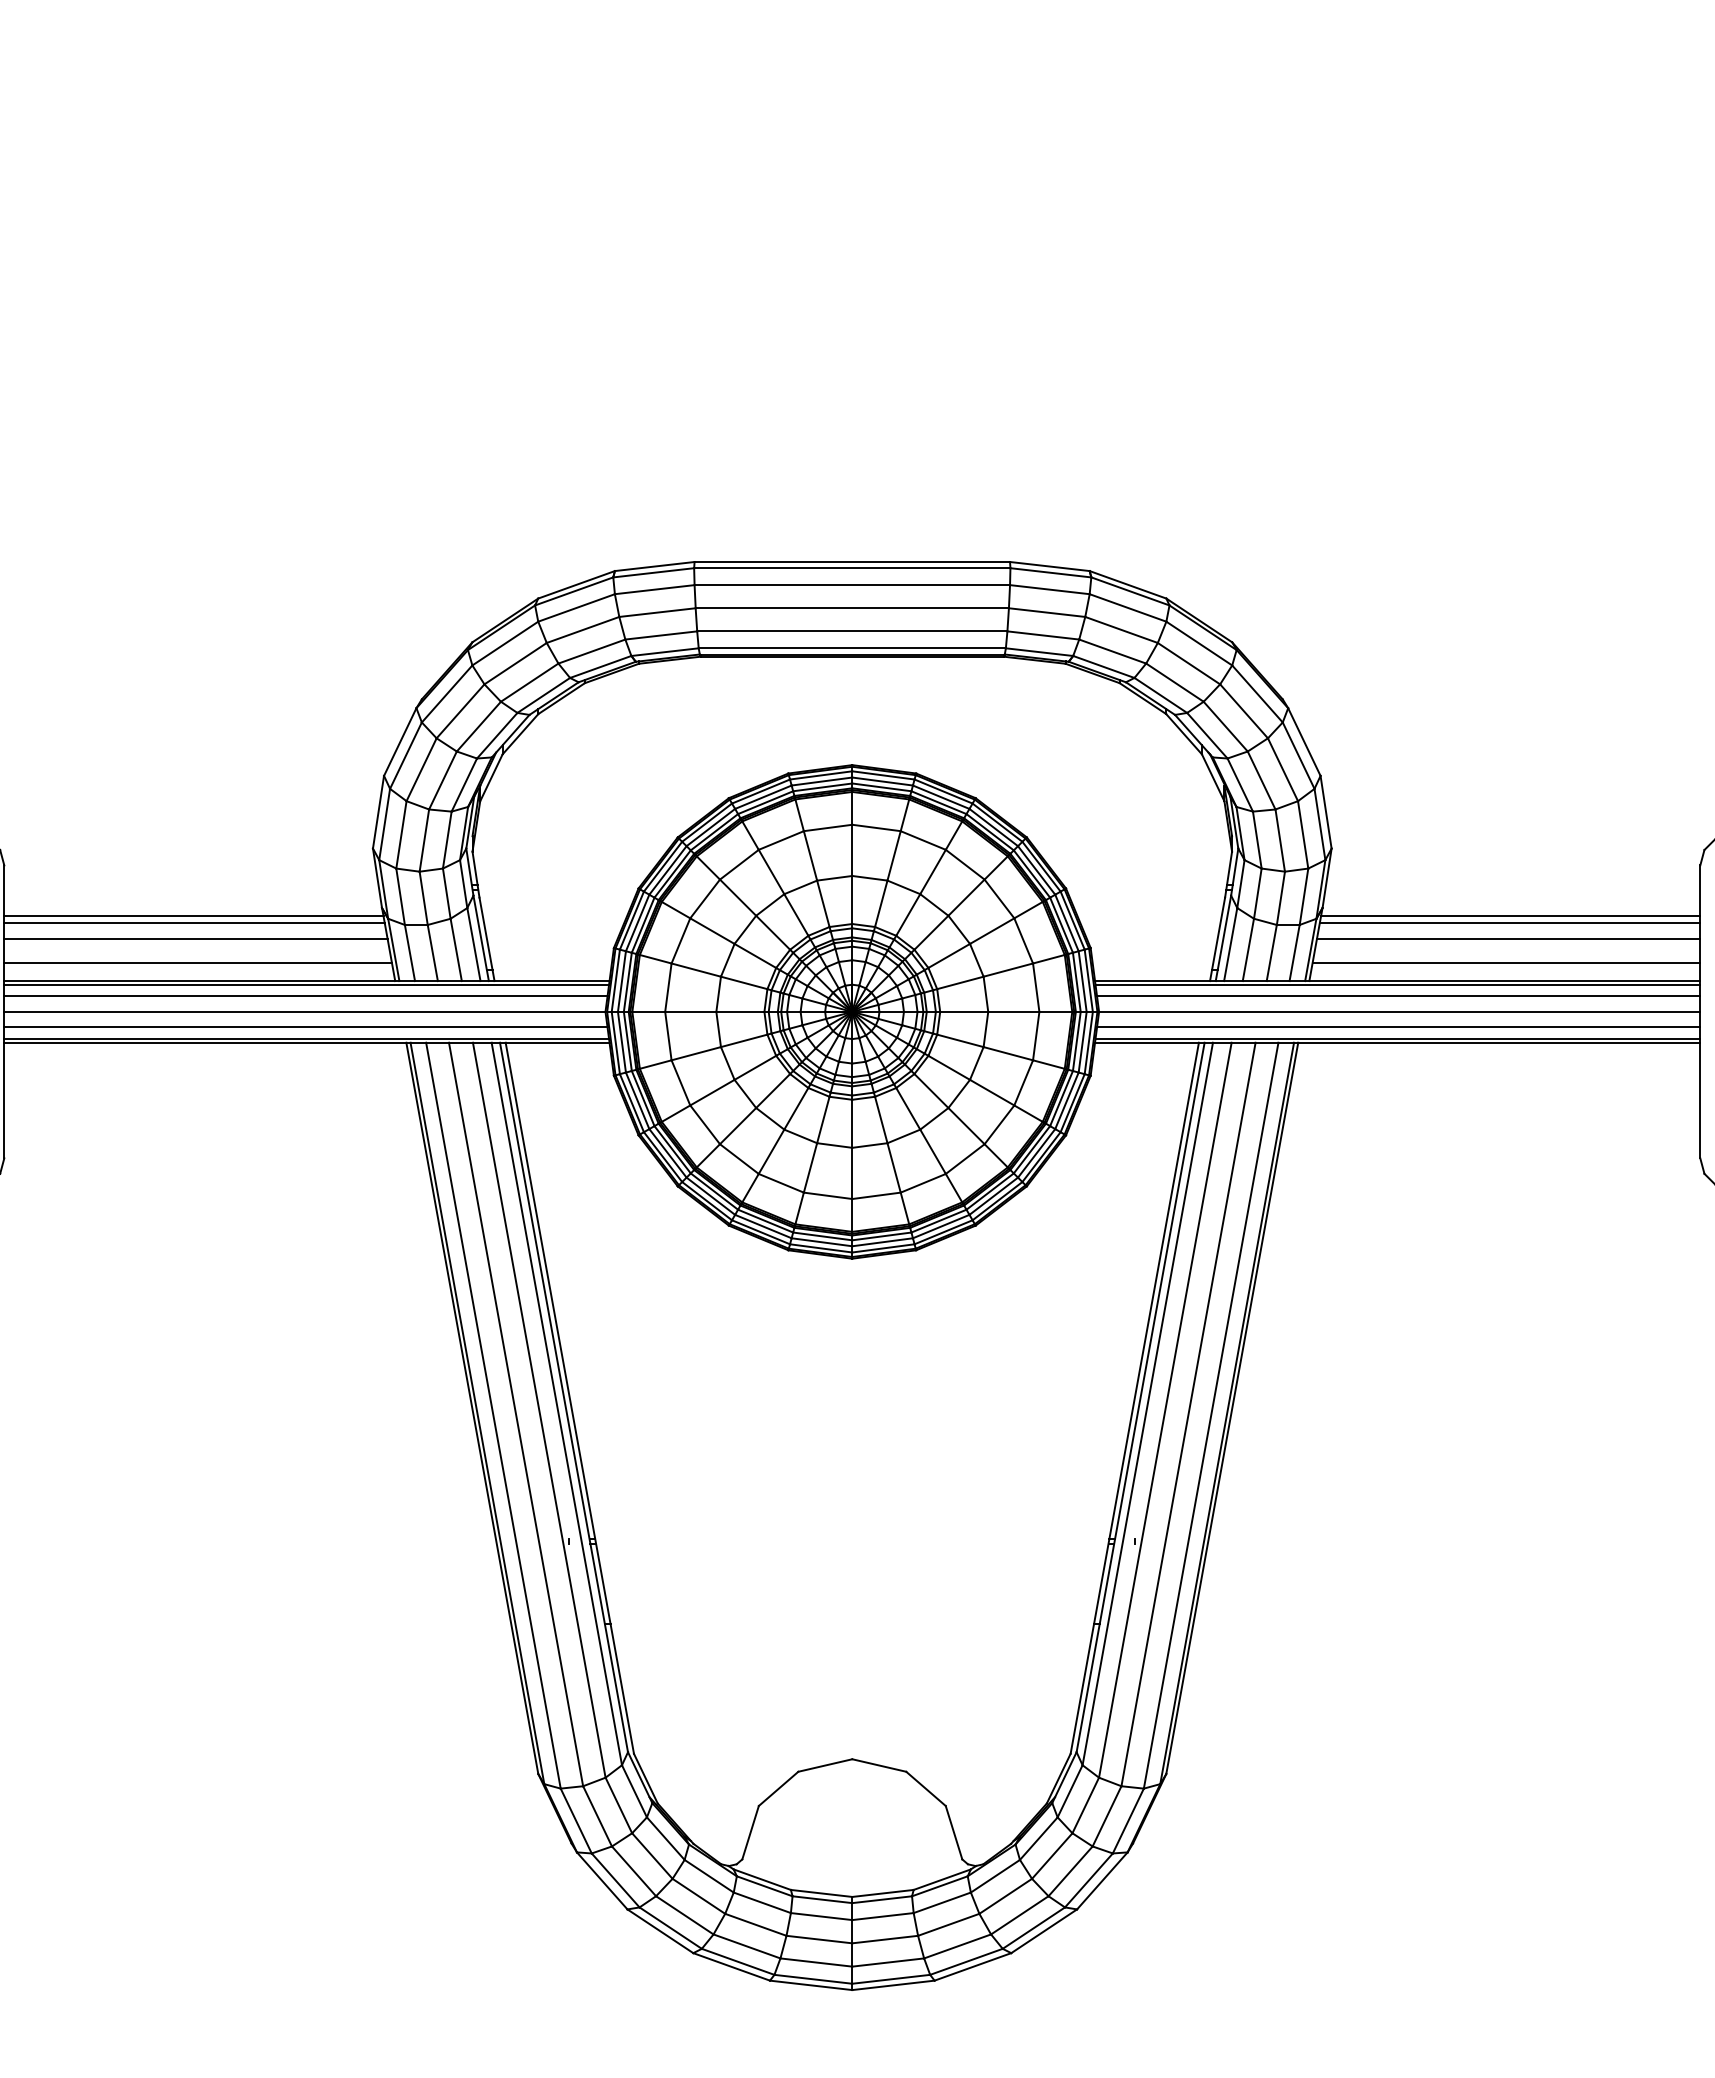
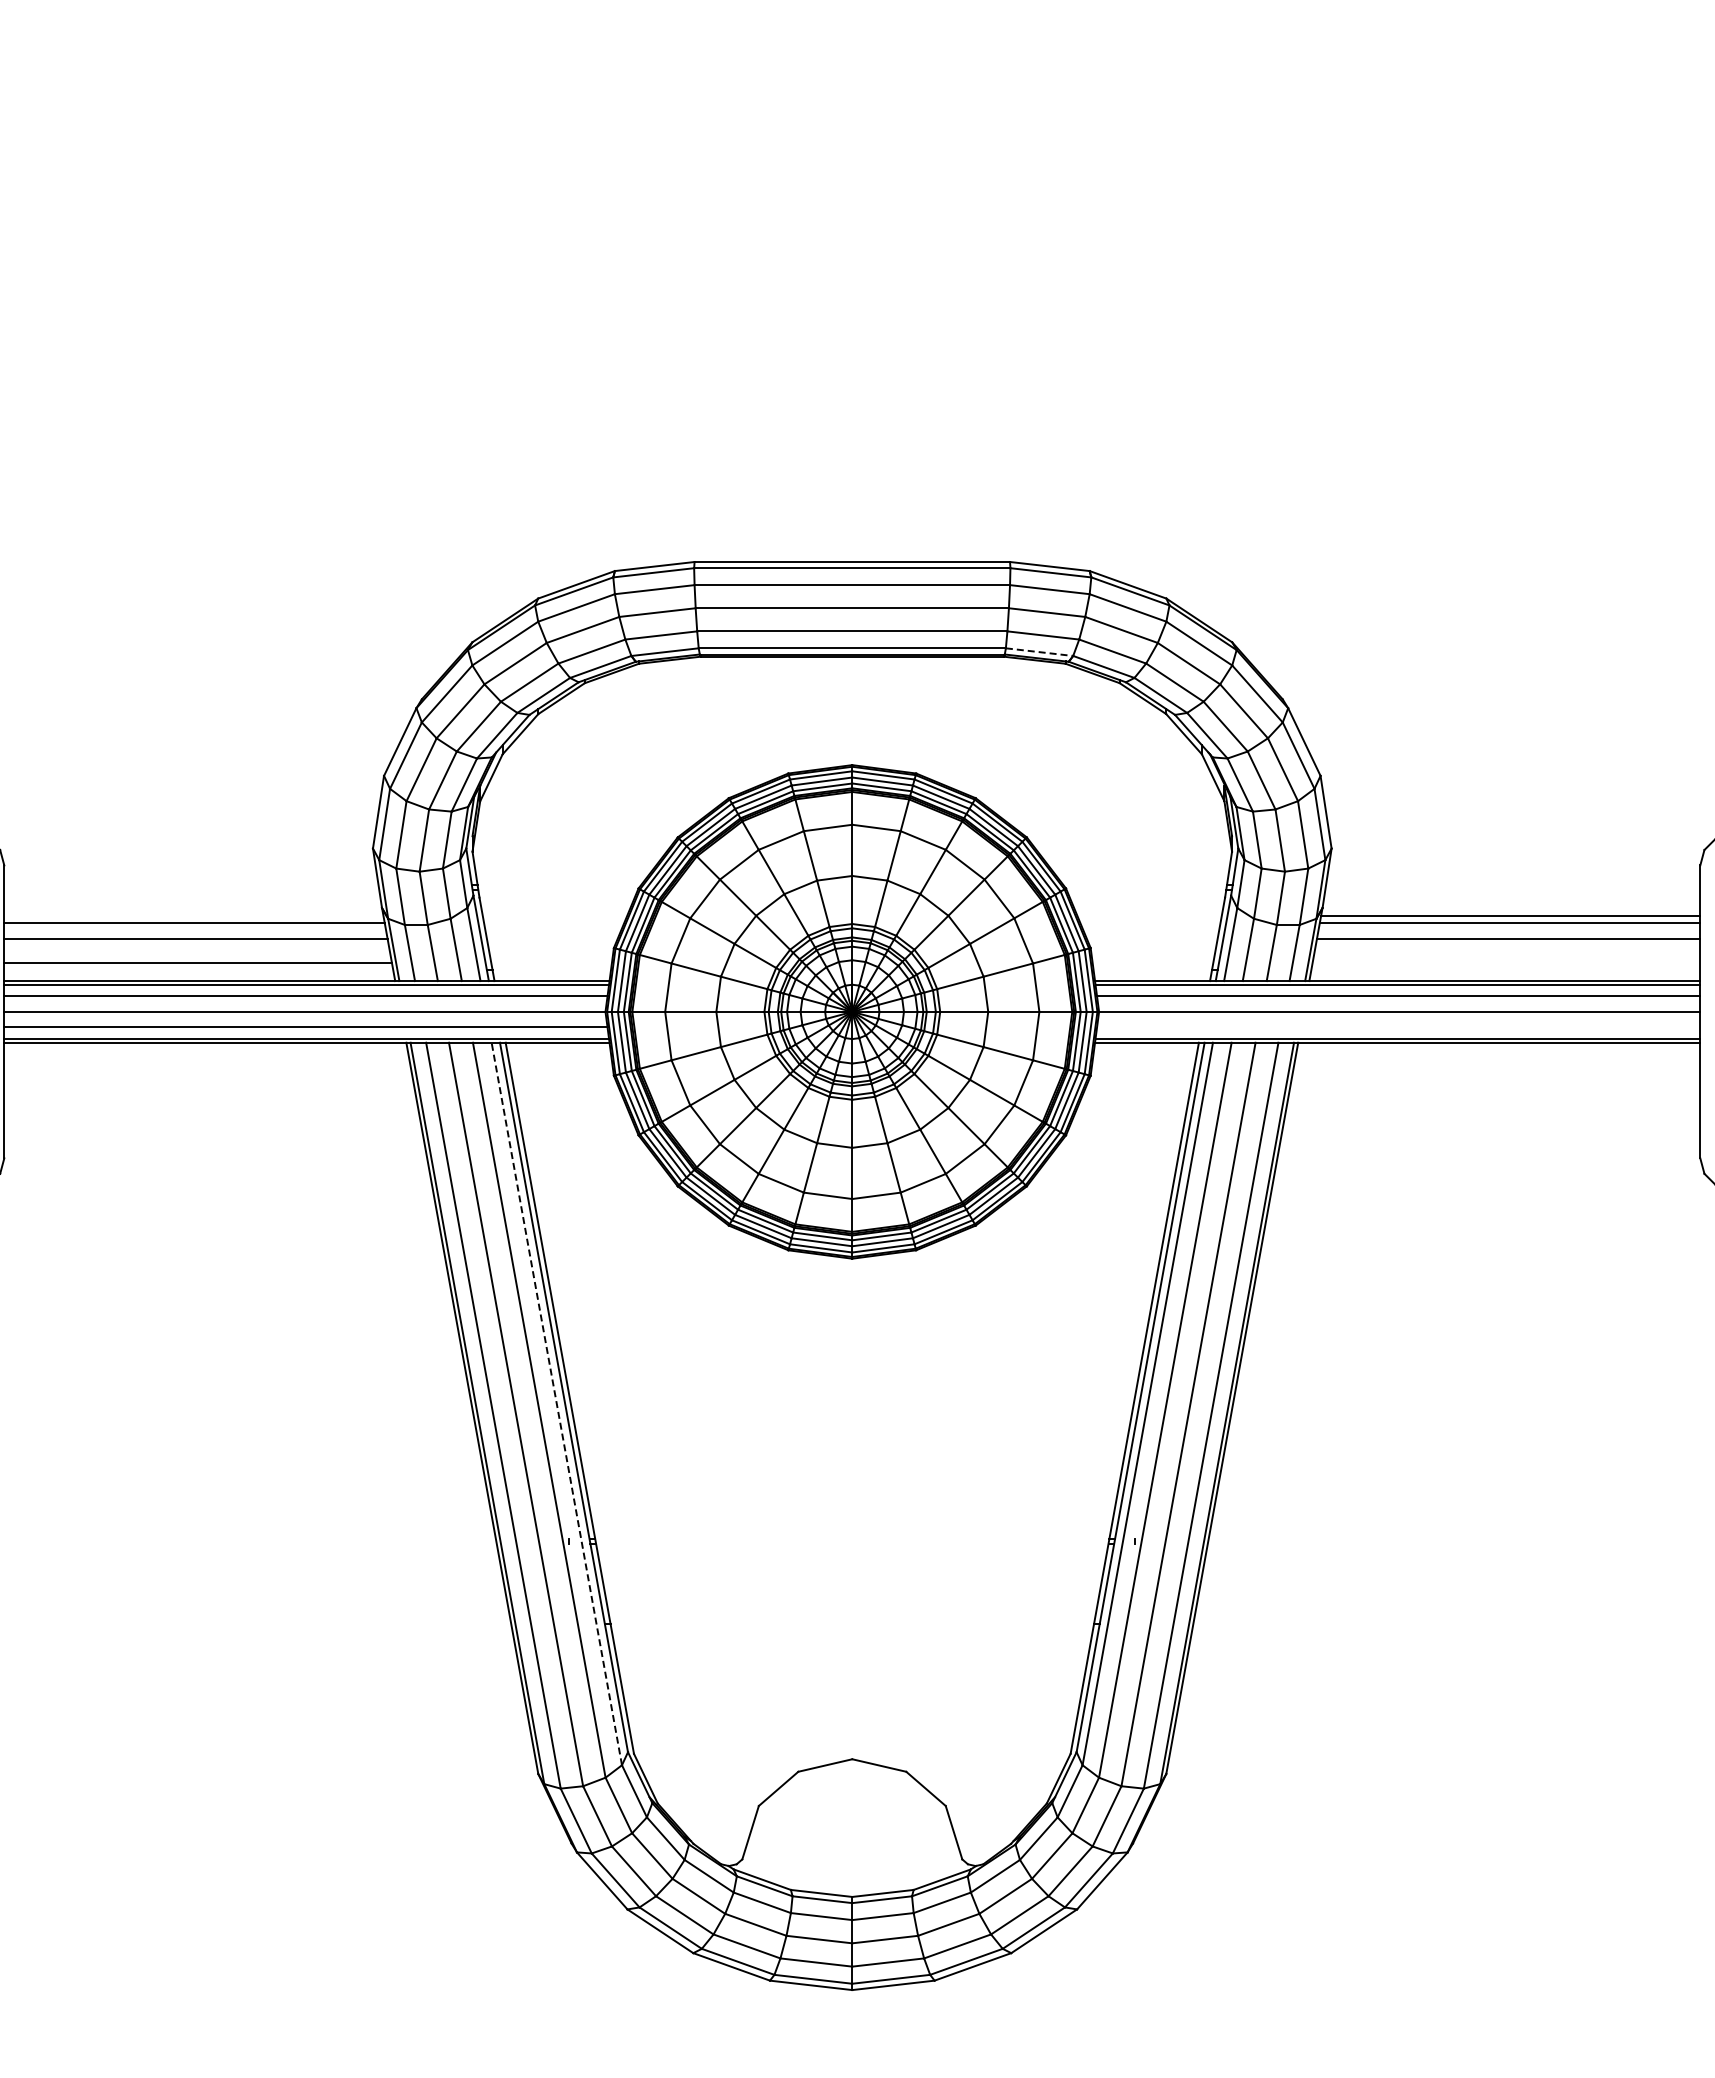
line at (1039, 652): solid -> dashed
line at (193, 916): present -> none
line at (1506, 962): present -> none
line at (1398, 1027): present -> none
line at (556, 1403): solid -> dashed
